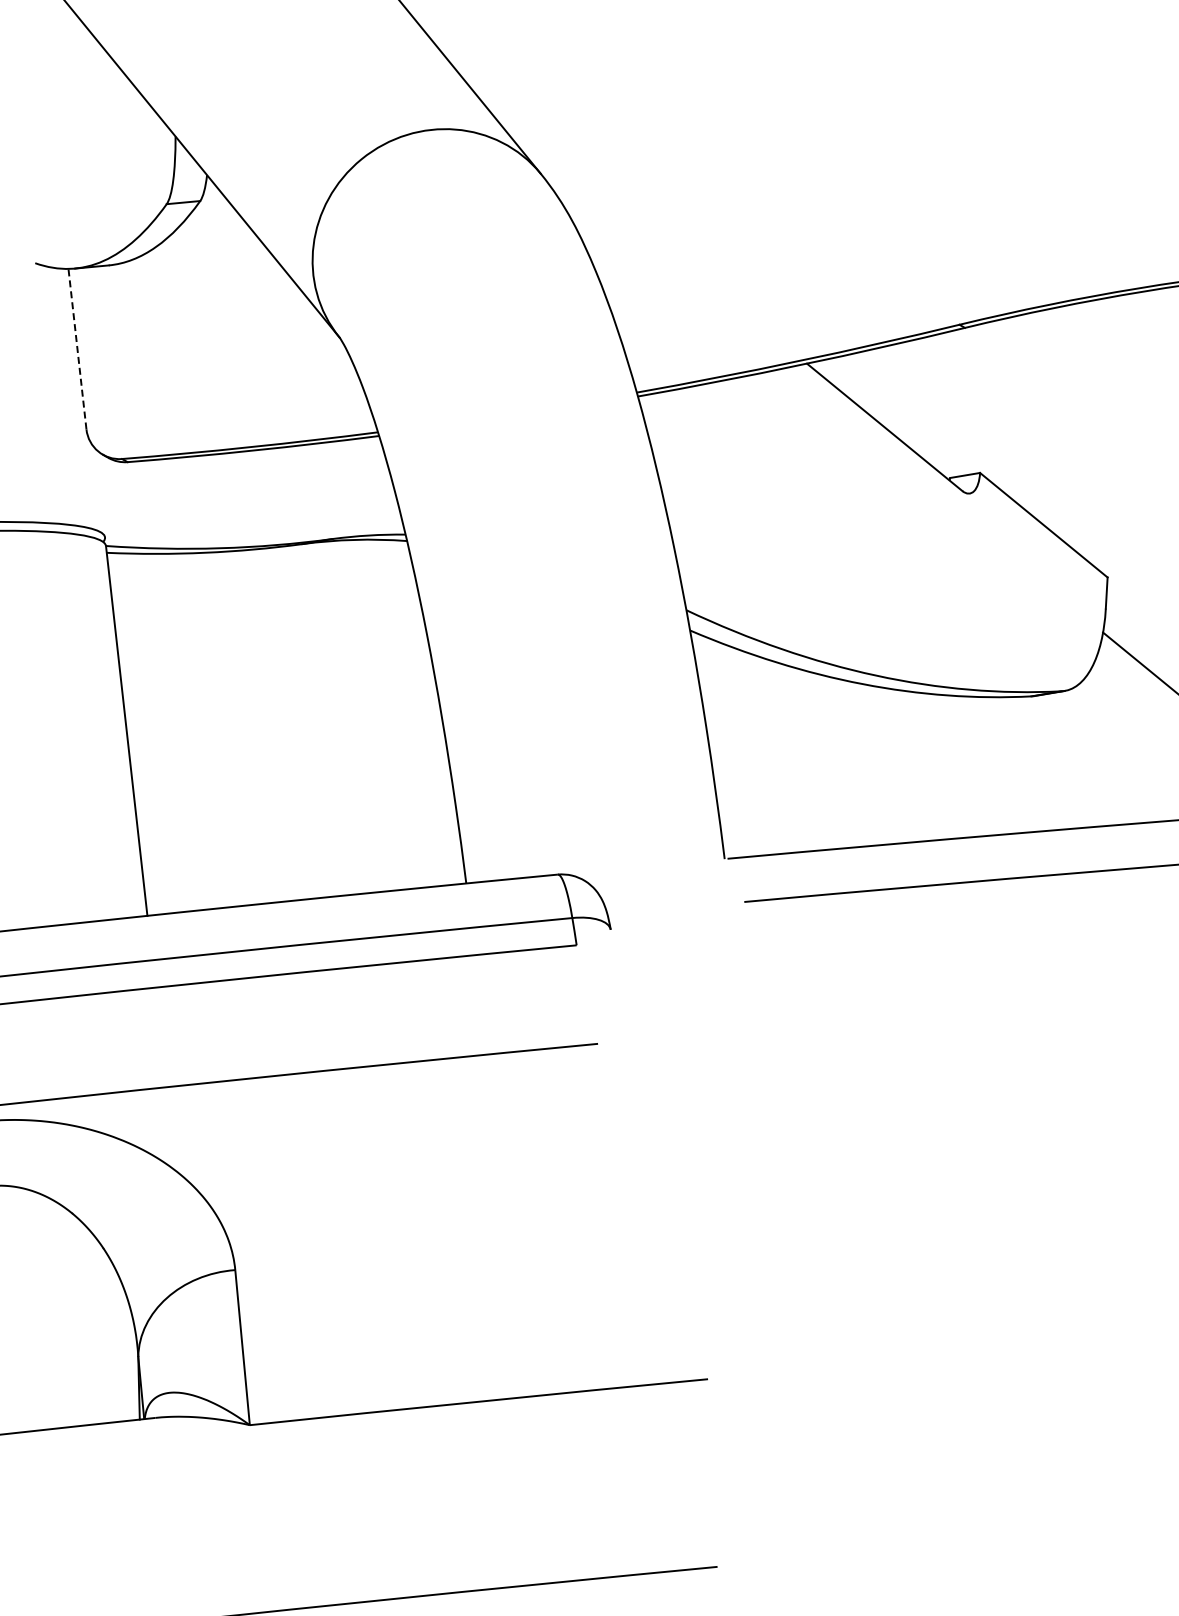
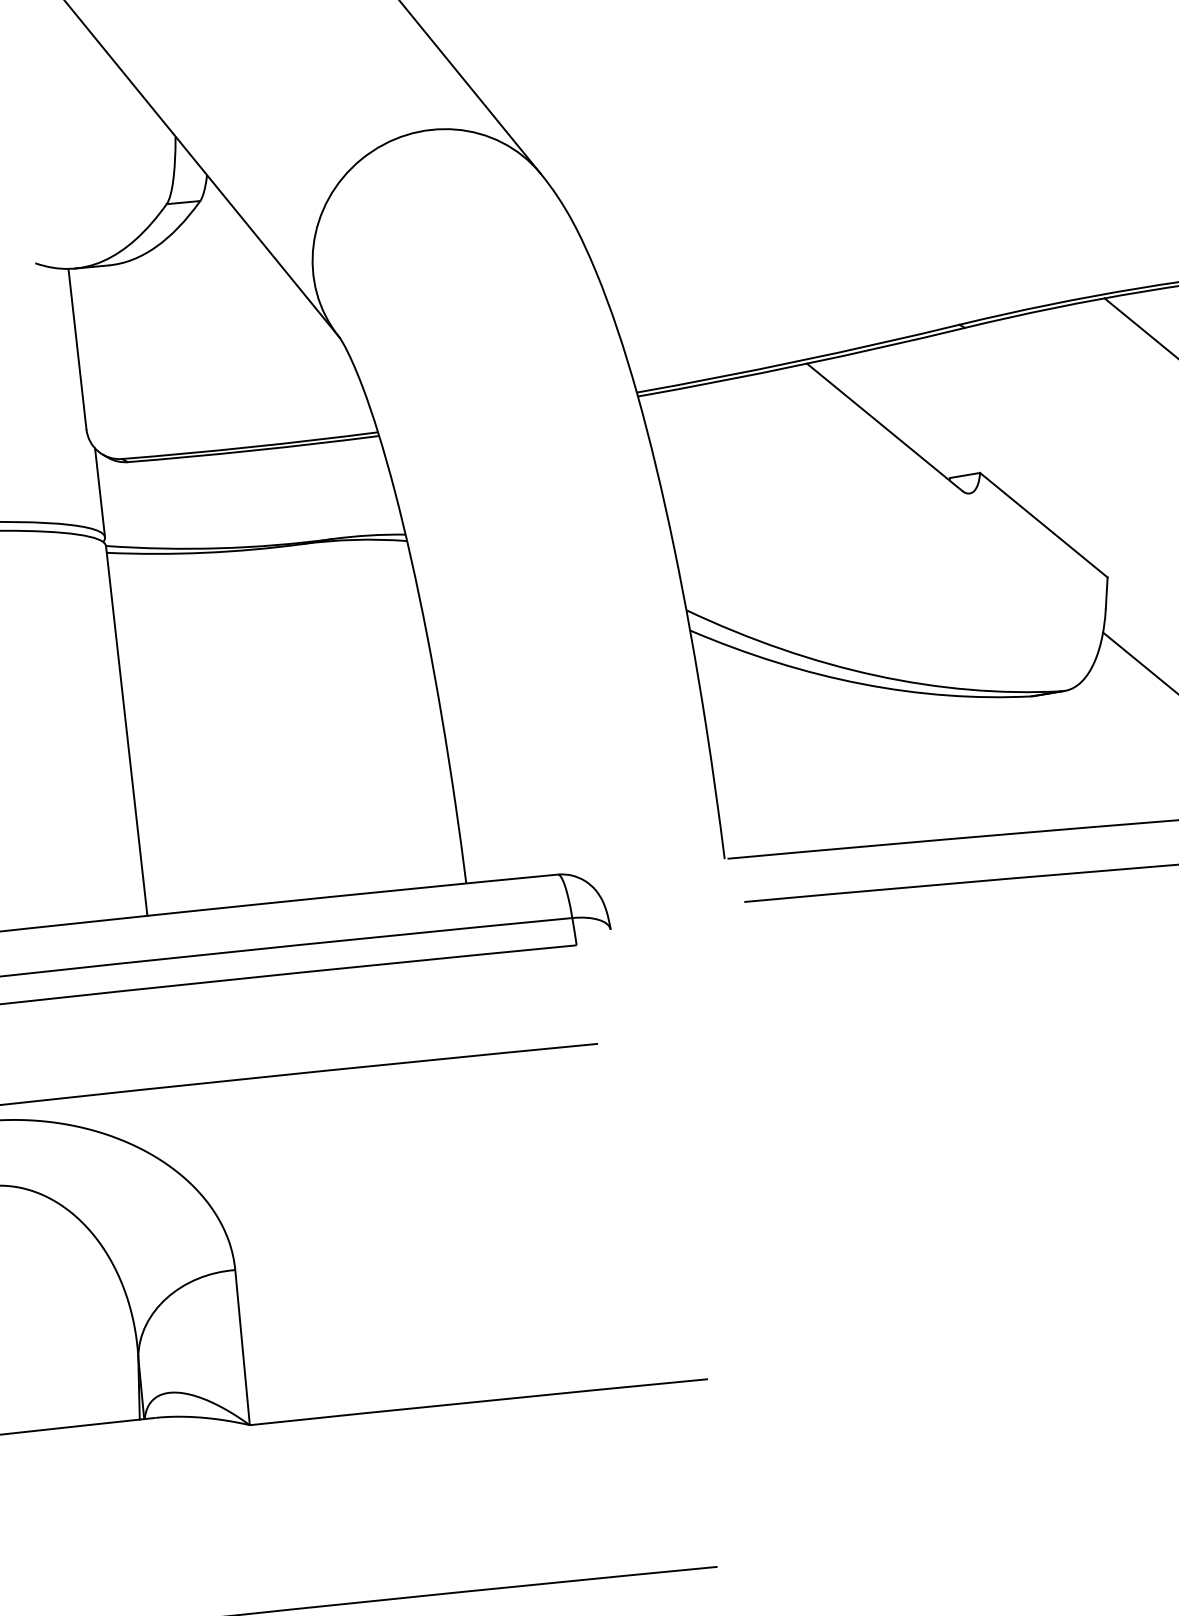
line at (1139, 327): none -> present
line at (77, 349): dashed -> solid
line at (100, 492): none -> present
